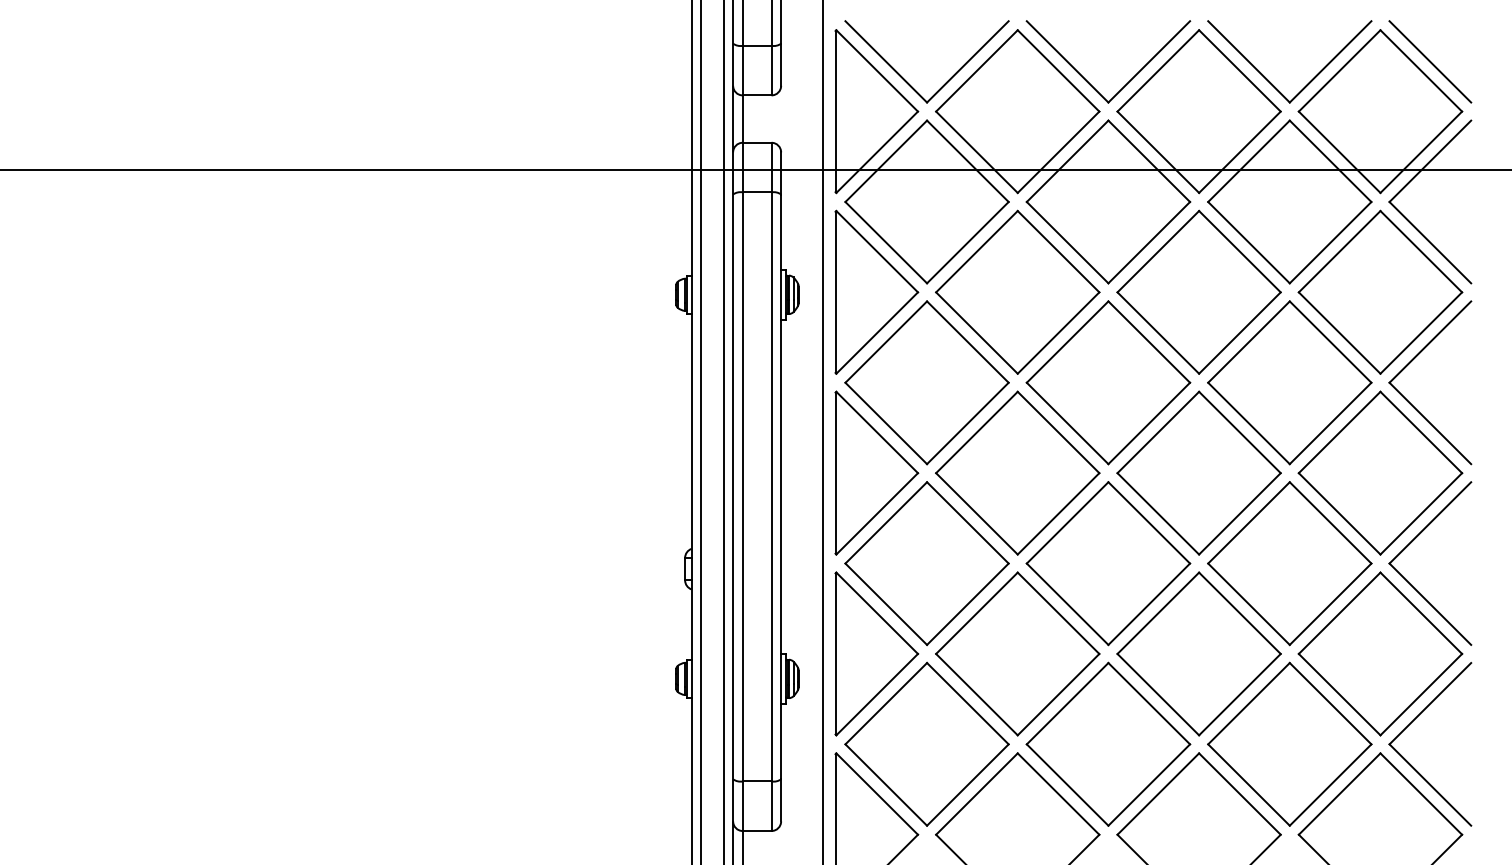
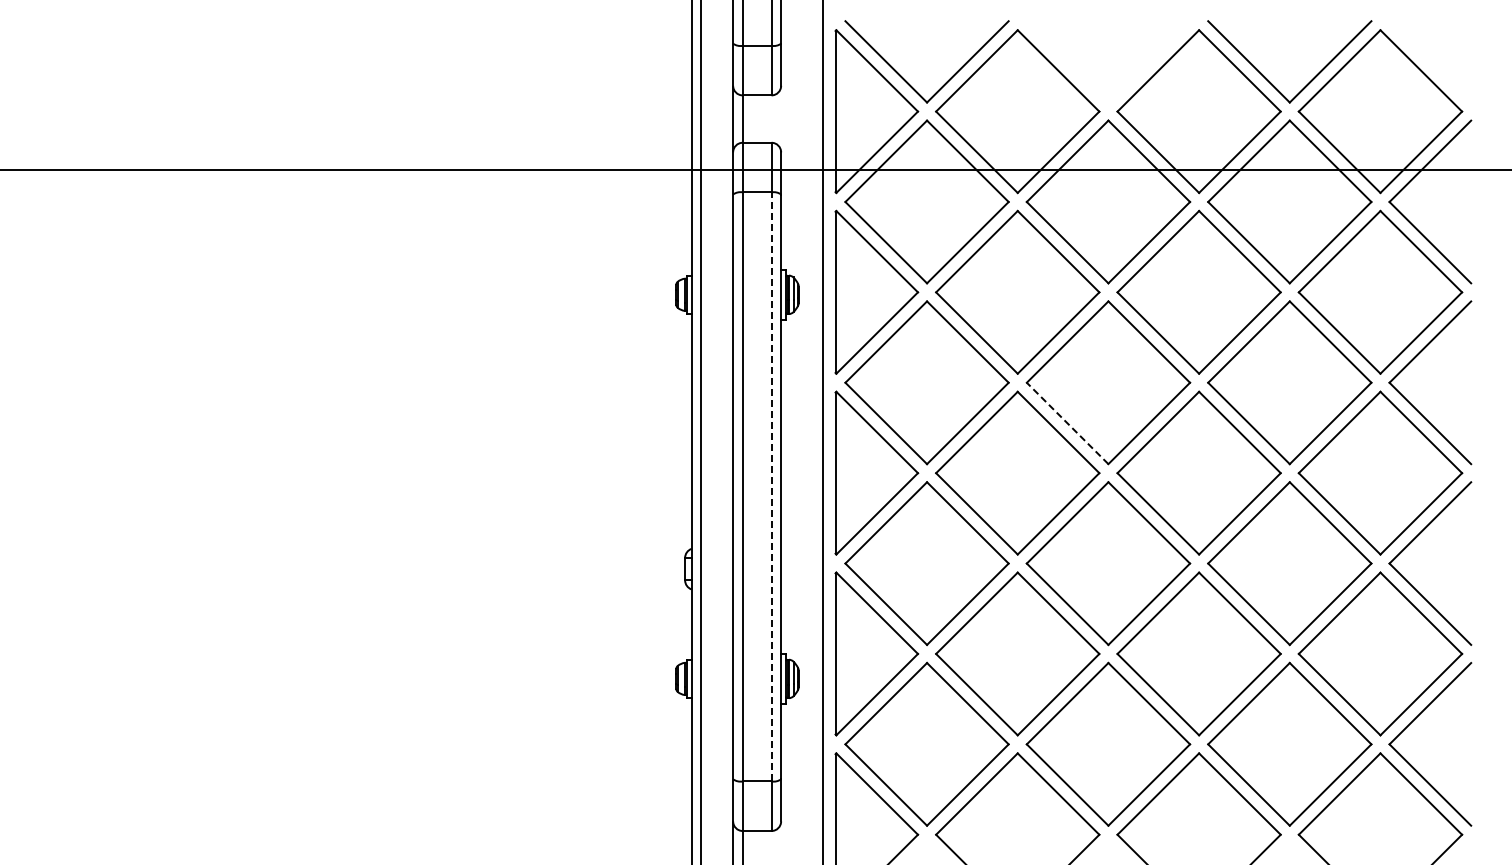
line at (1430, 61): present -> none
part at (1088, 81): present -> none
line at (1067, 423): solid -> dashed
line at (723, 431): present -> none
line at (771, 486): solid -> dashed
